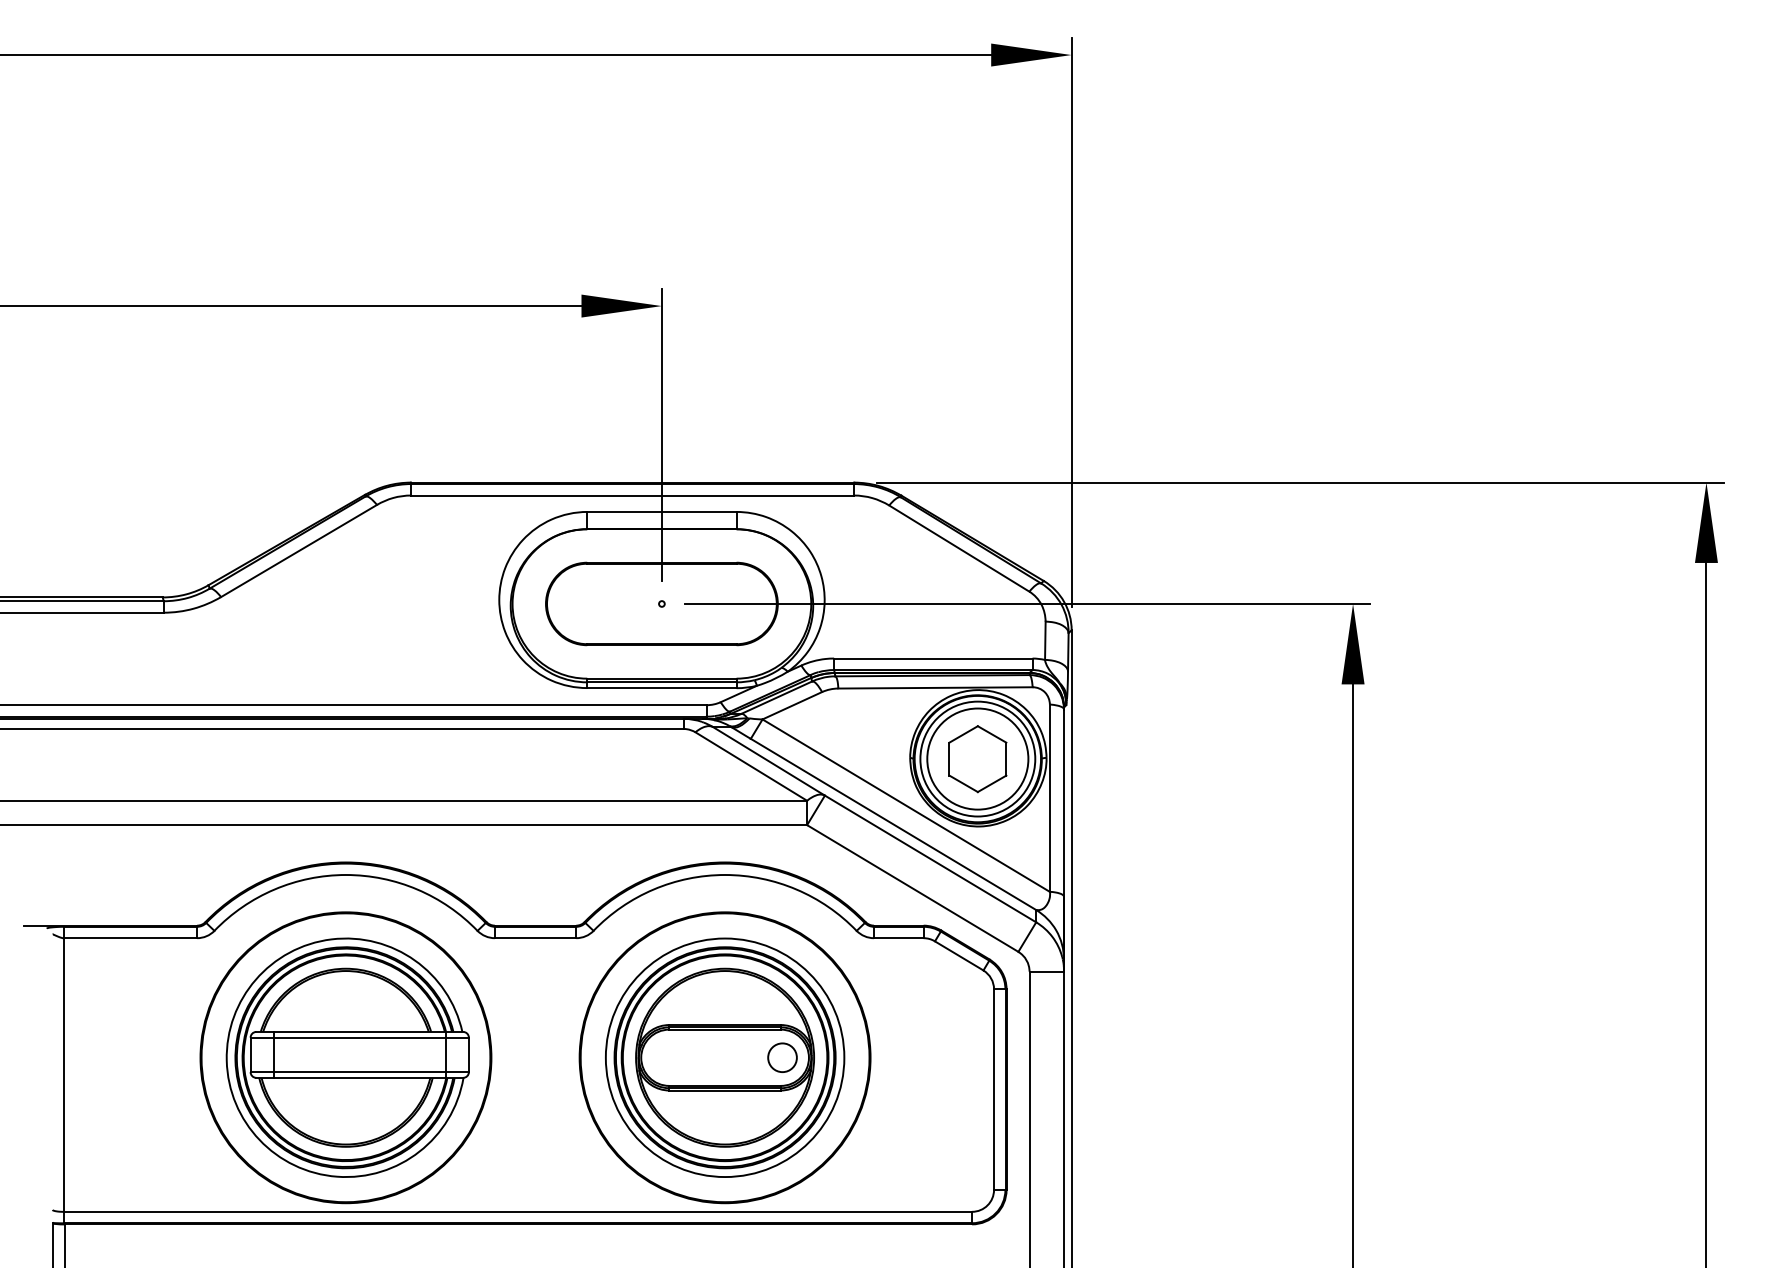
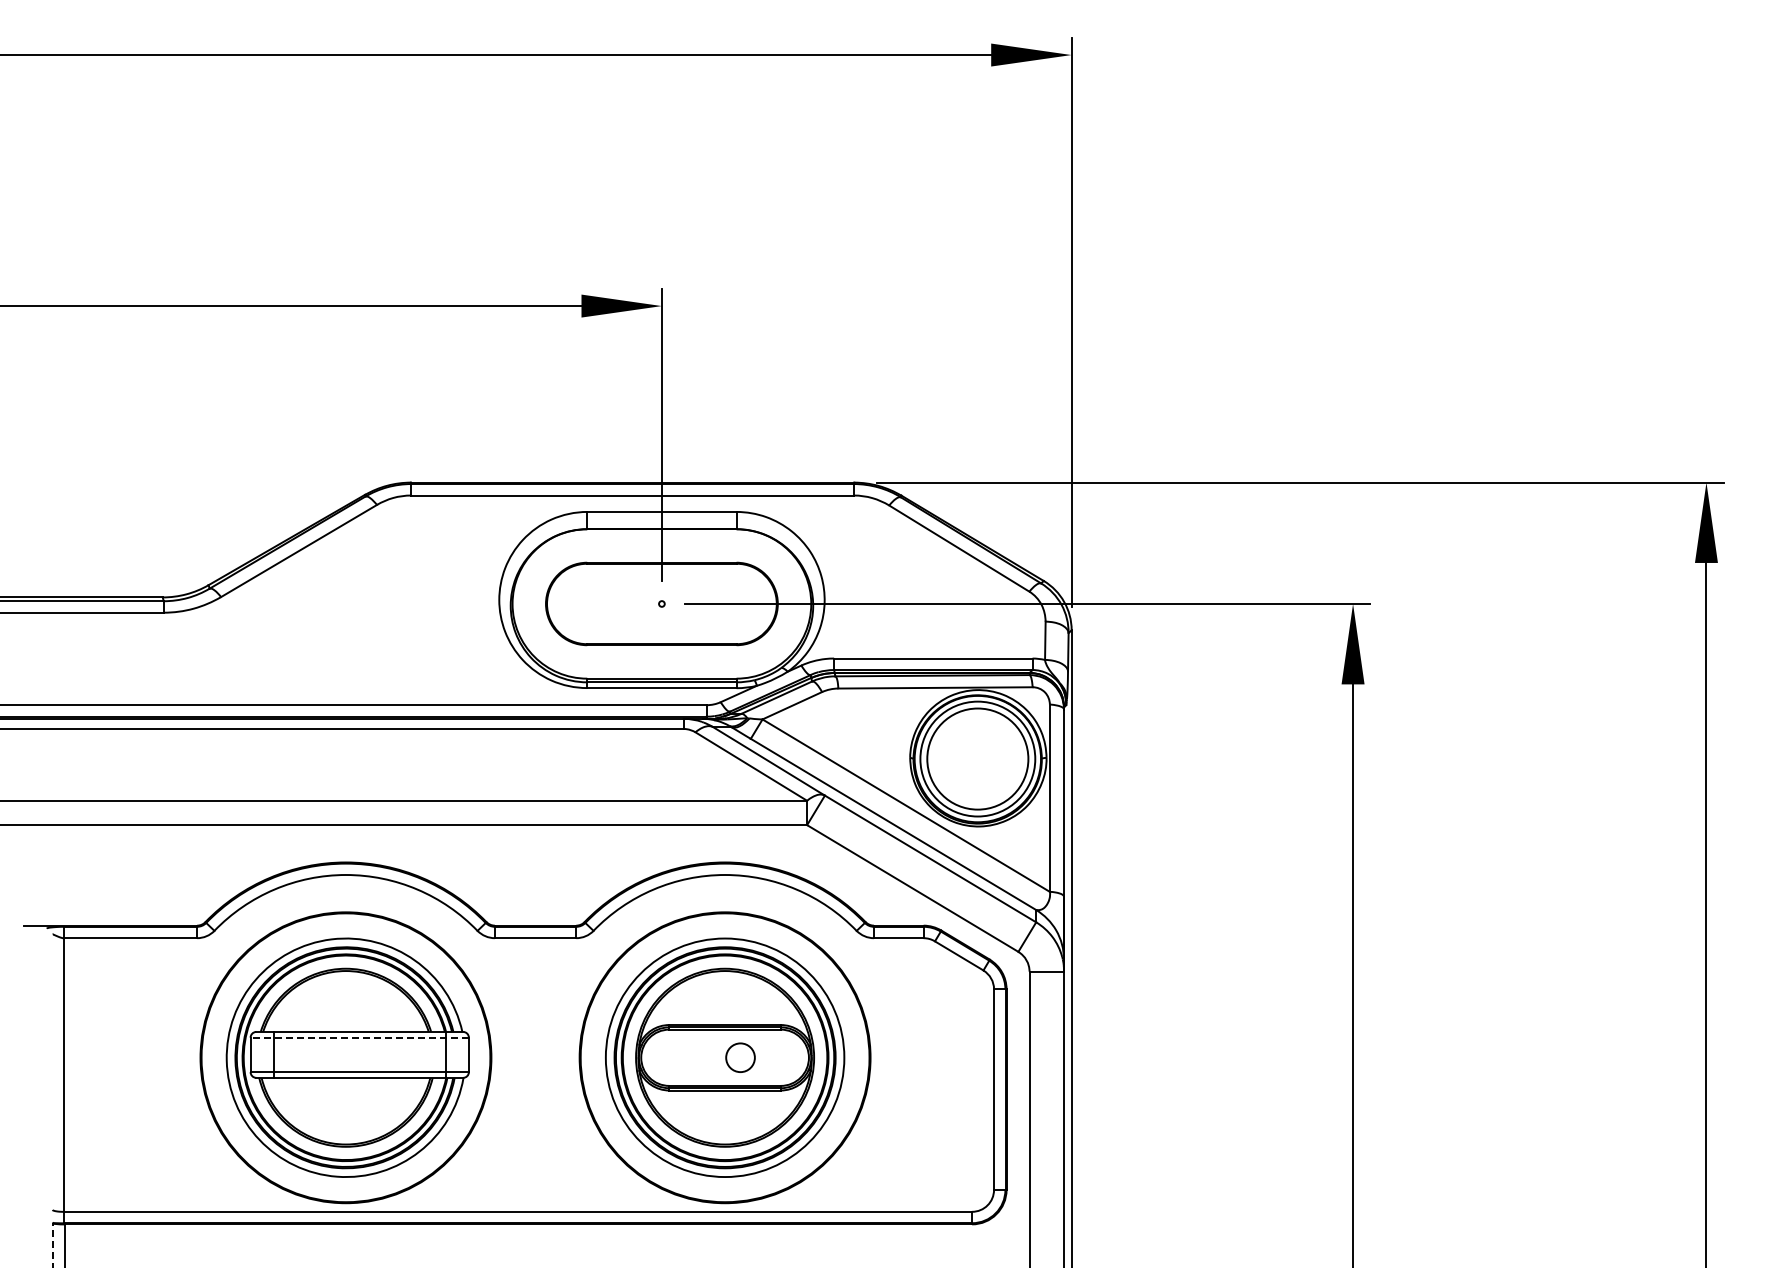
part at (977, 759): present -> none
line at (359, 1037): solid -> dashed
circle at (782, 1057) position: (782, 1057) -> (740, 1057)
line at (53, 1245): solid -> dashed
